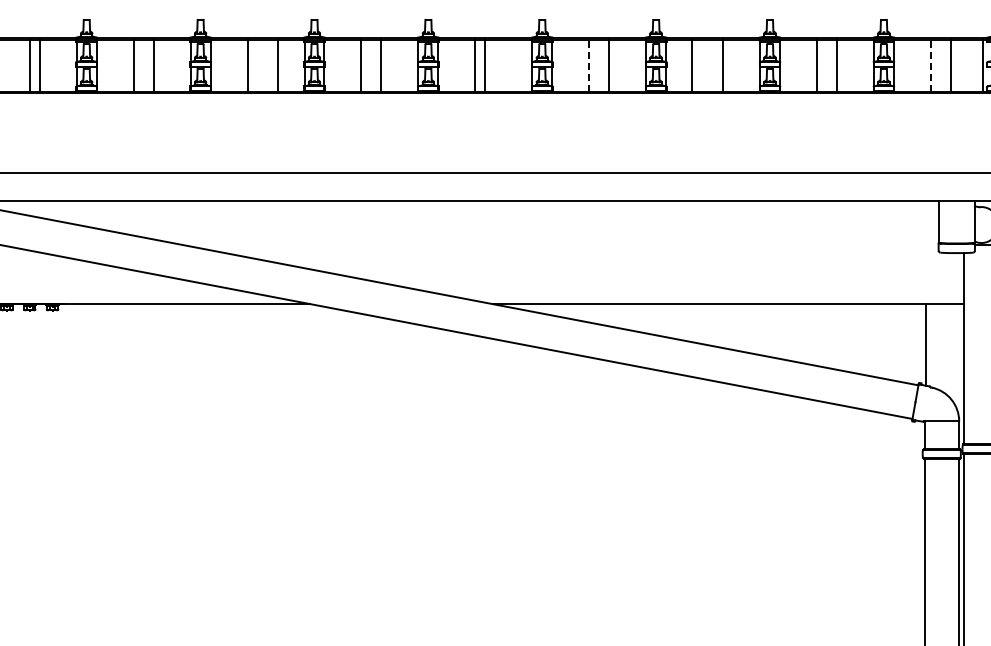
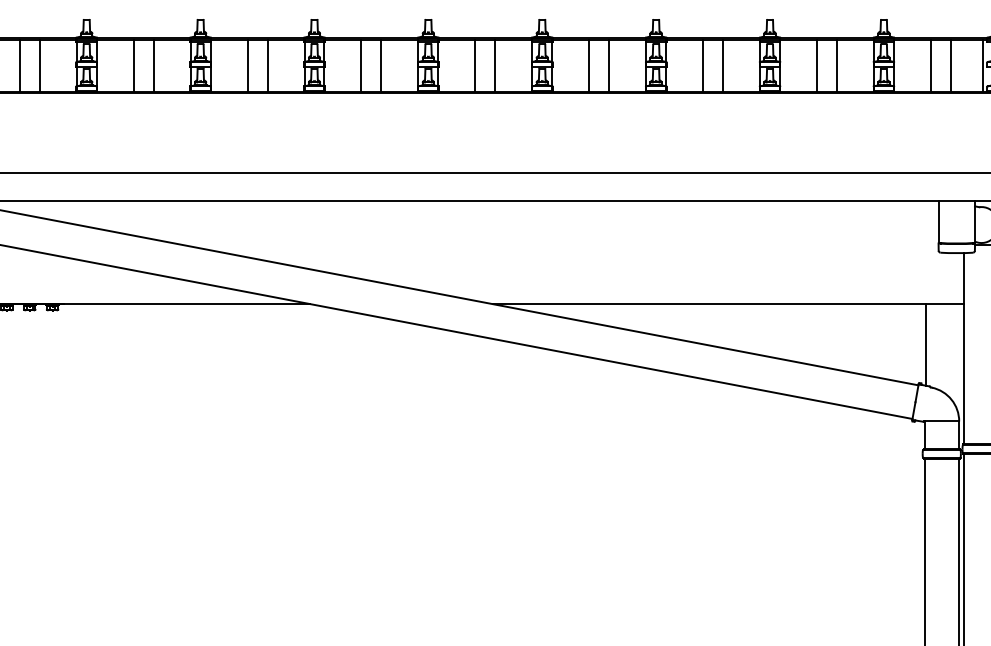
line at (589, 65): dashed -> solid
line at (930, 65): dashed -> solid
line at (29, 66) position: (29, 66) -> (19, 66)
line at (277, 66) position: (277, 66) -> (267, 66)
line at (485, 66) position: (485, 66) -> (495, 66)
line at (692, 66) position: (692, 66) -> (703, 66)
